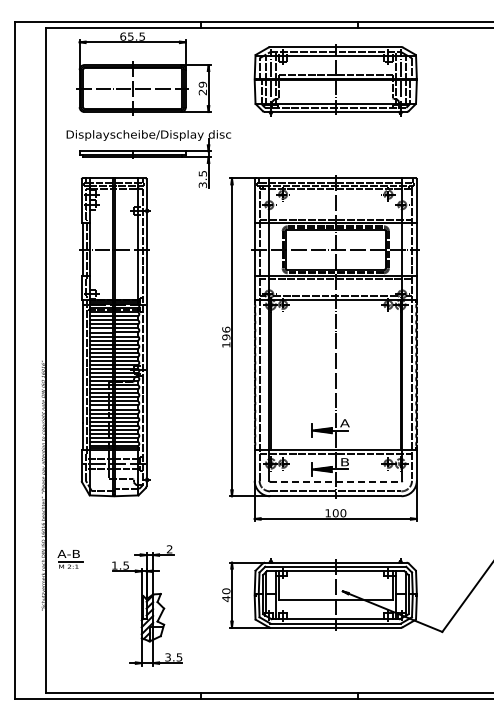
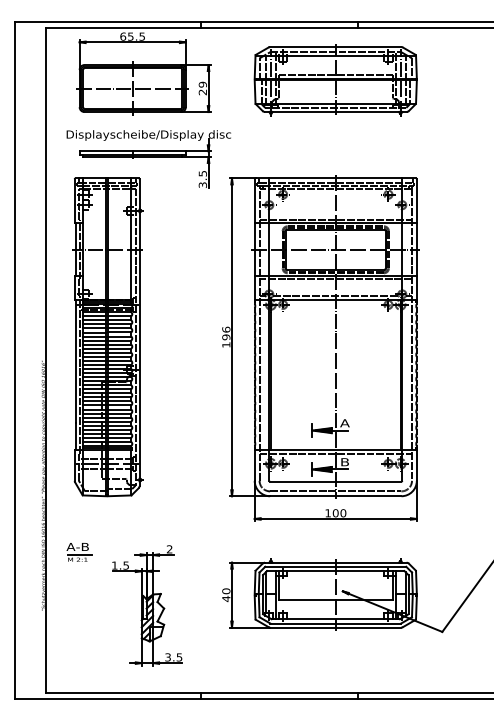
part at (114, 337) position: (114, 337) -> (107, 337)
line at (335, 481): dashed -> solid
part at (70, 559) position: (70, 559) -> (79, 552)
